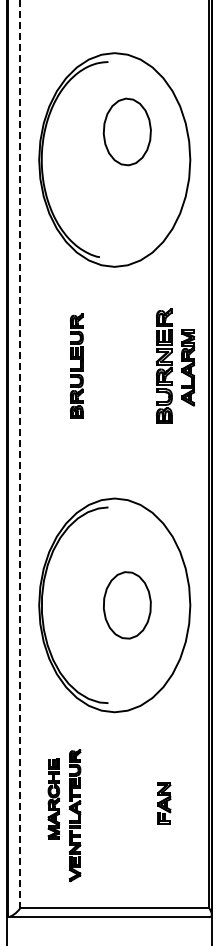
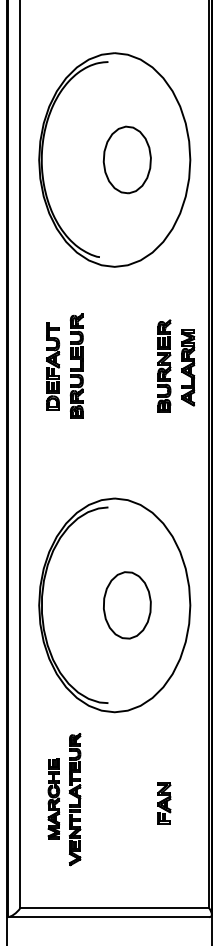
part at (126, 131) position: (126, 131) -> (126, 159)
part at (163, 365) size: 18x116 px -> 15x94 px
part at (53, 366): none -> present
line at (20, 454): dashed -> solid
part at (74, 815) position: (74, 815) -> (74, 799)
